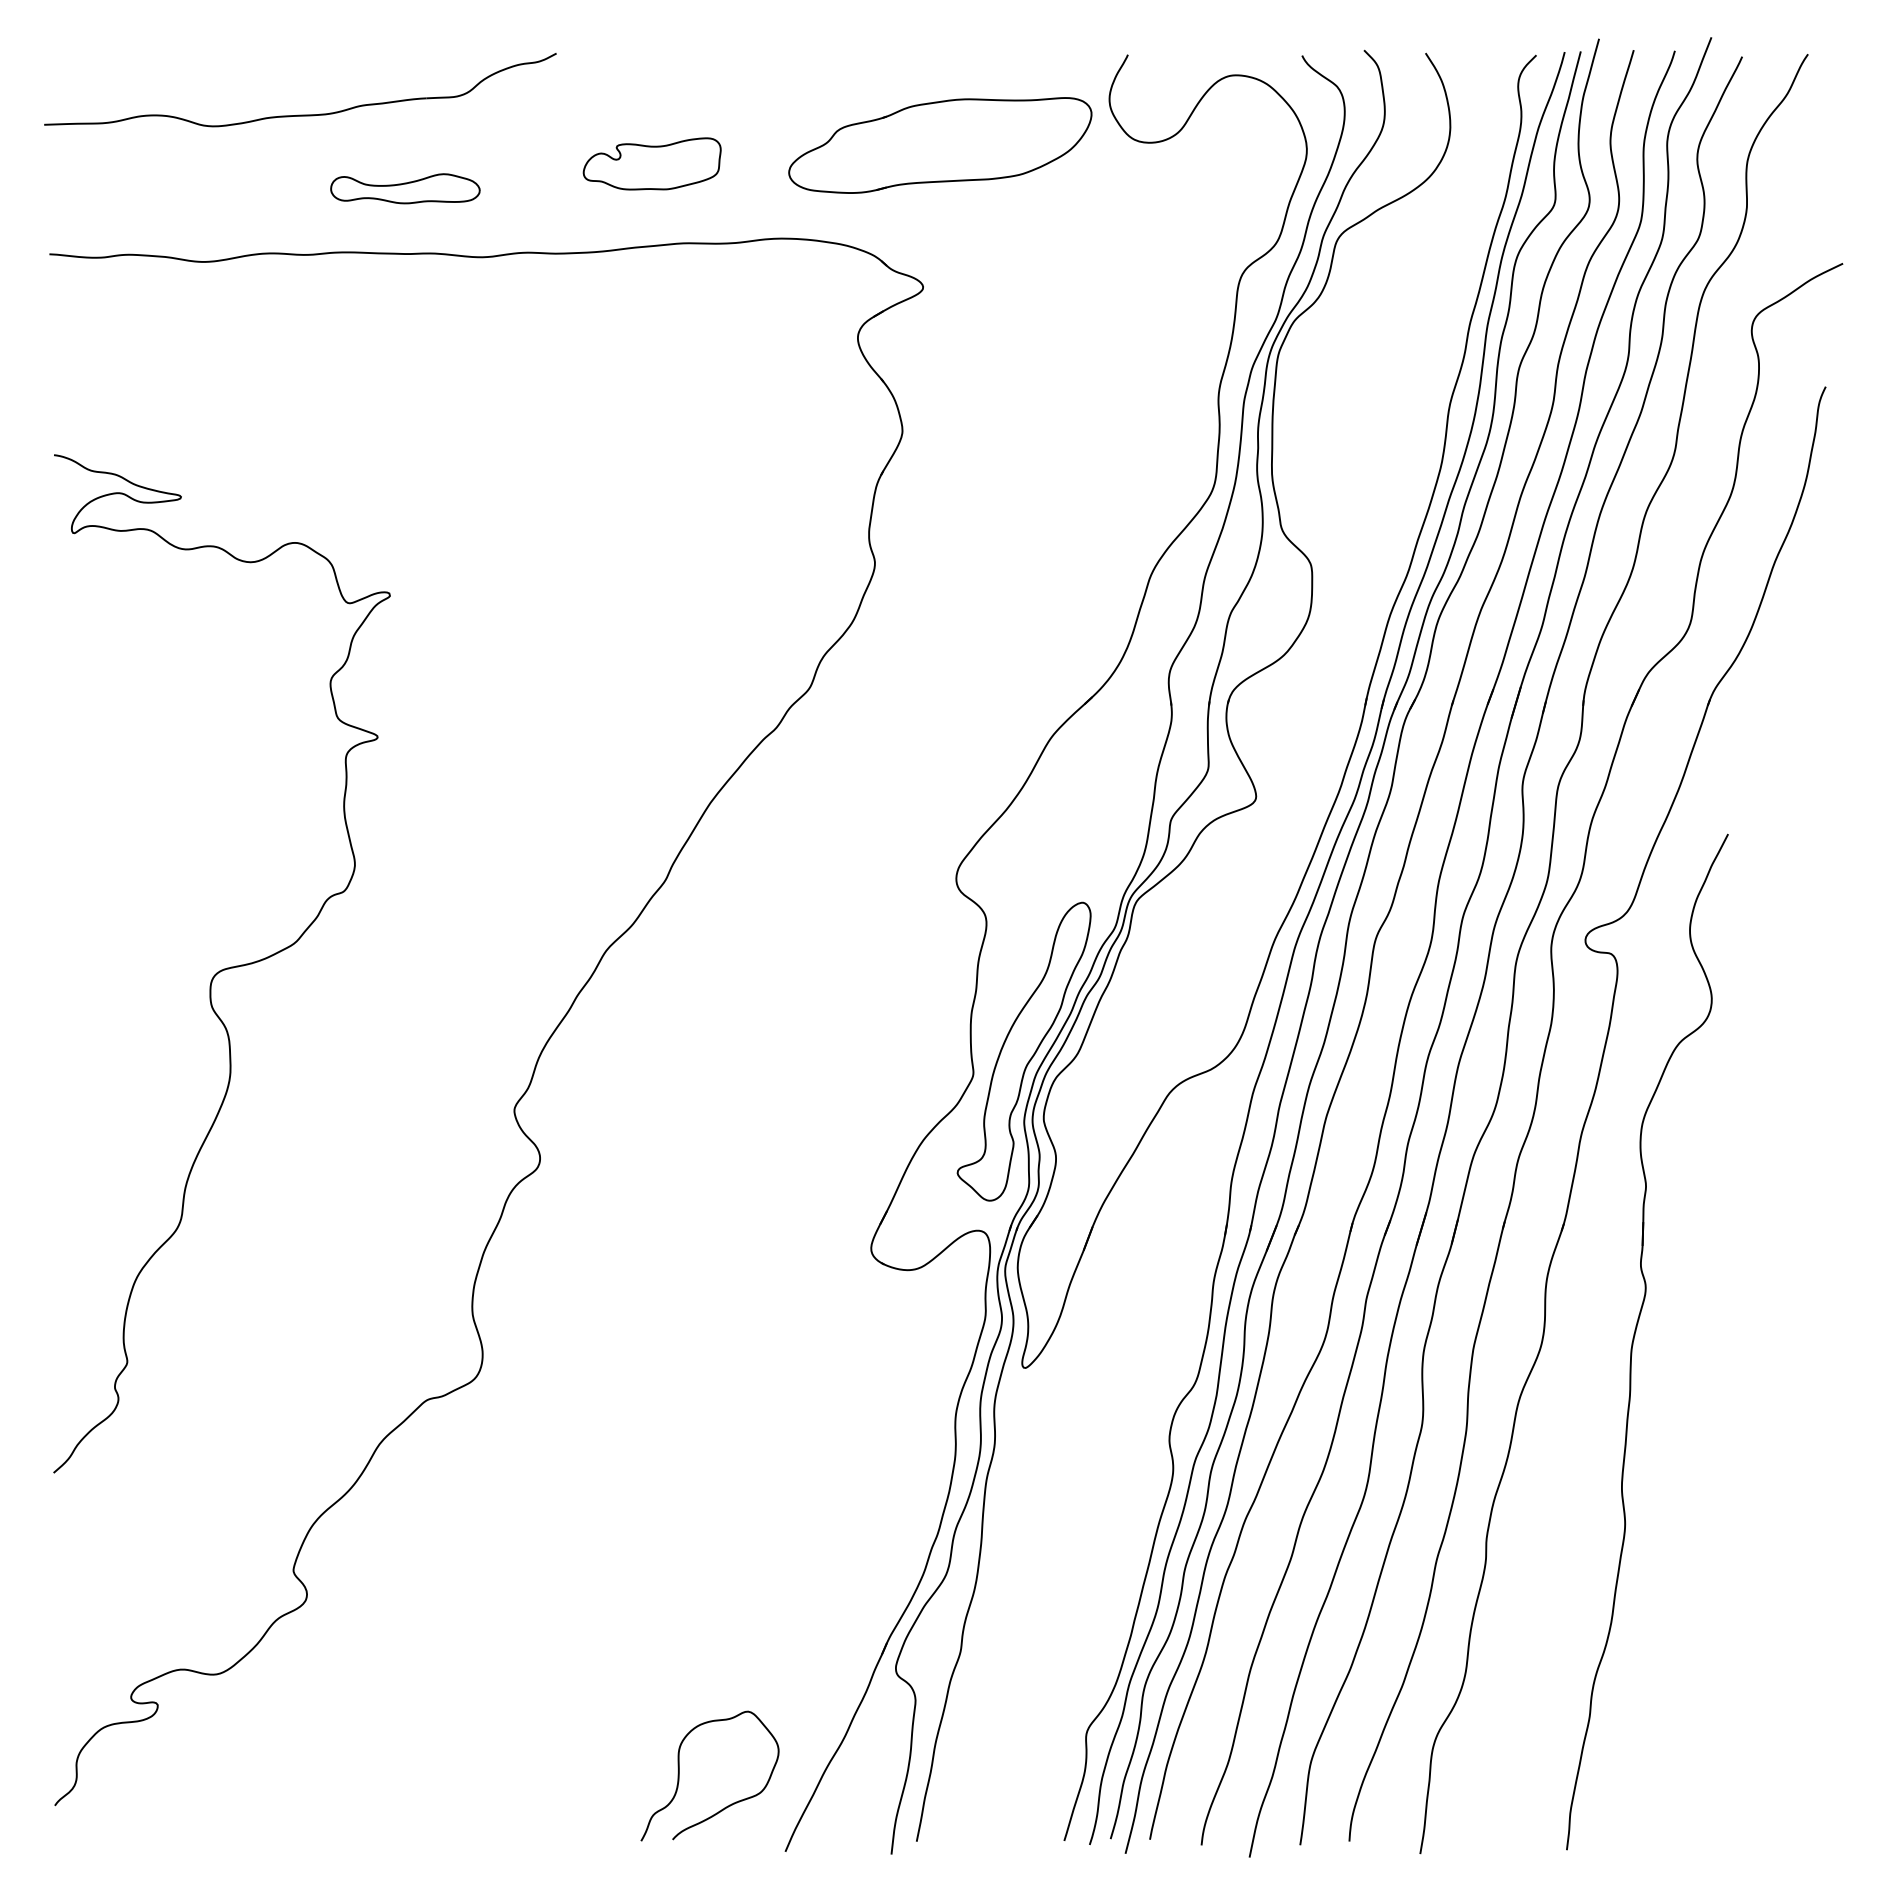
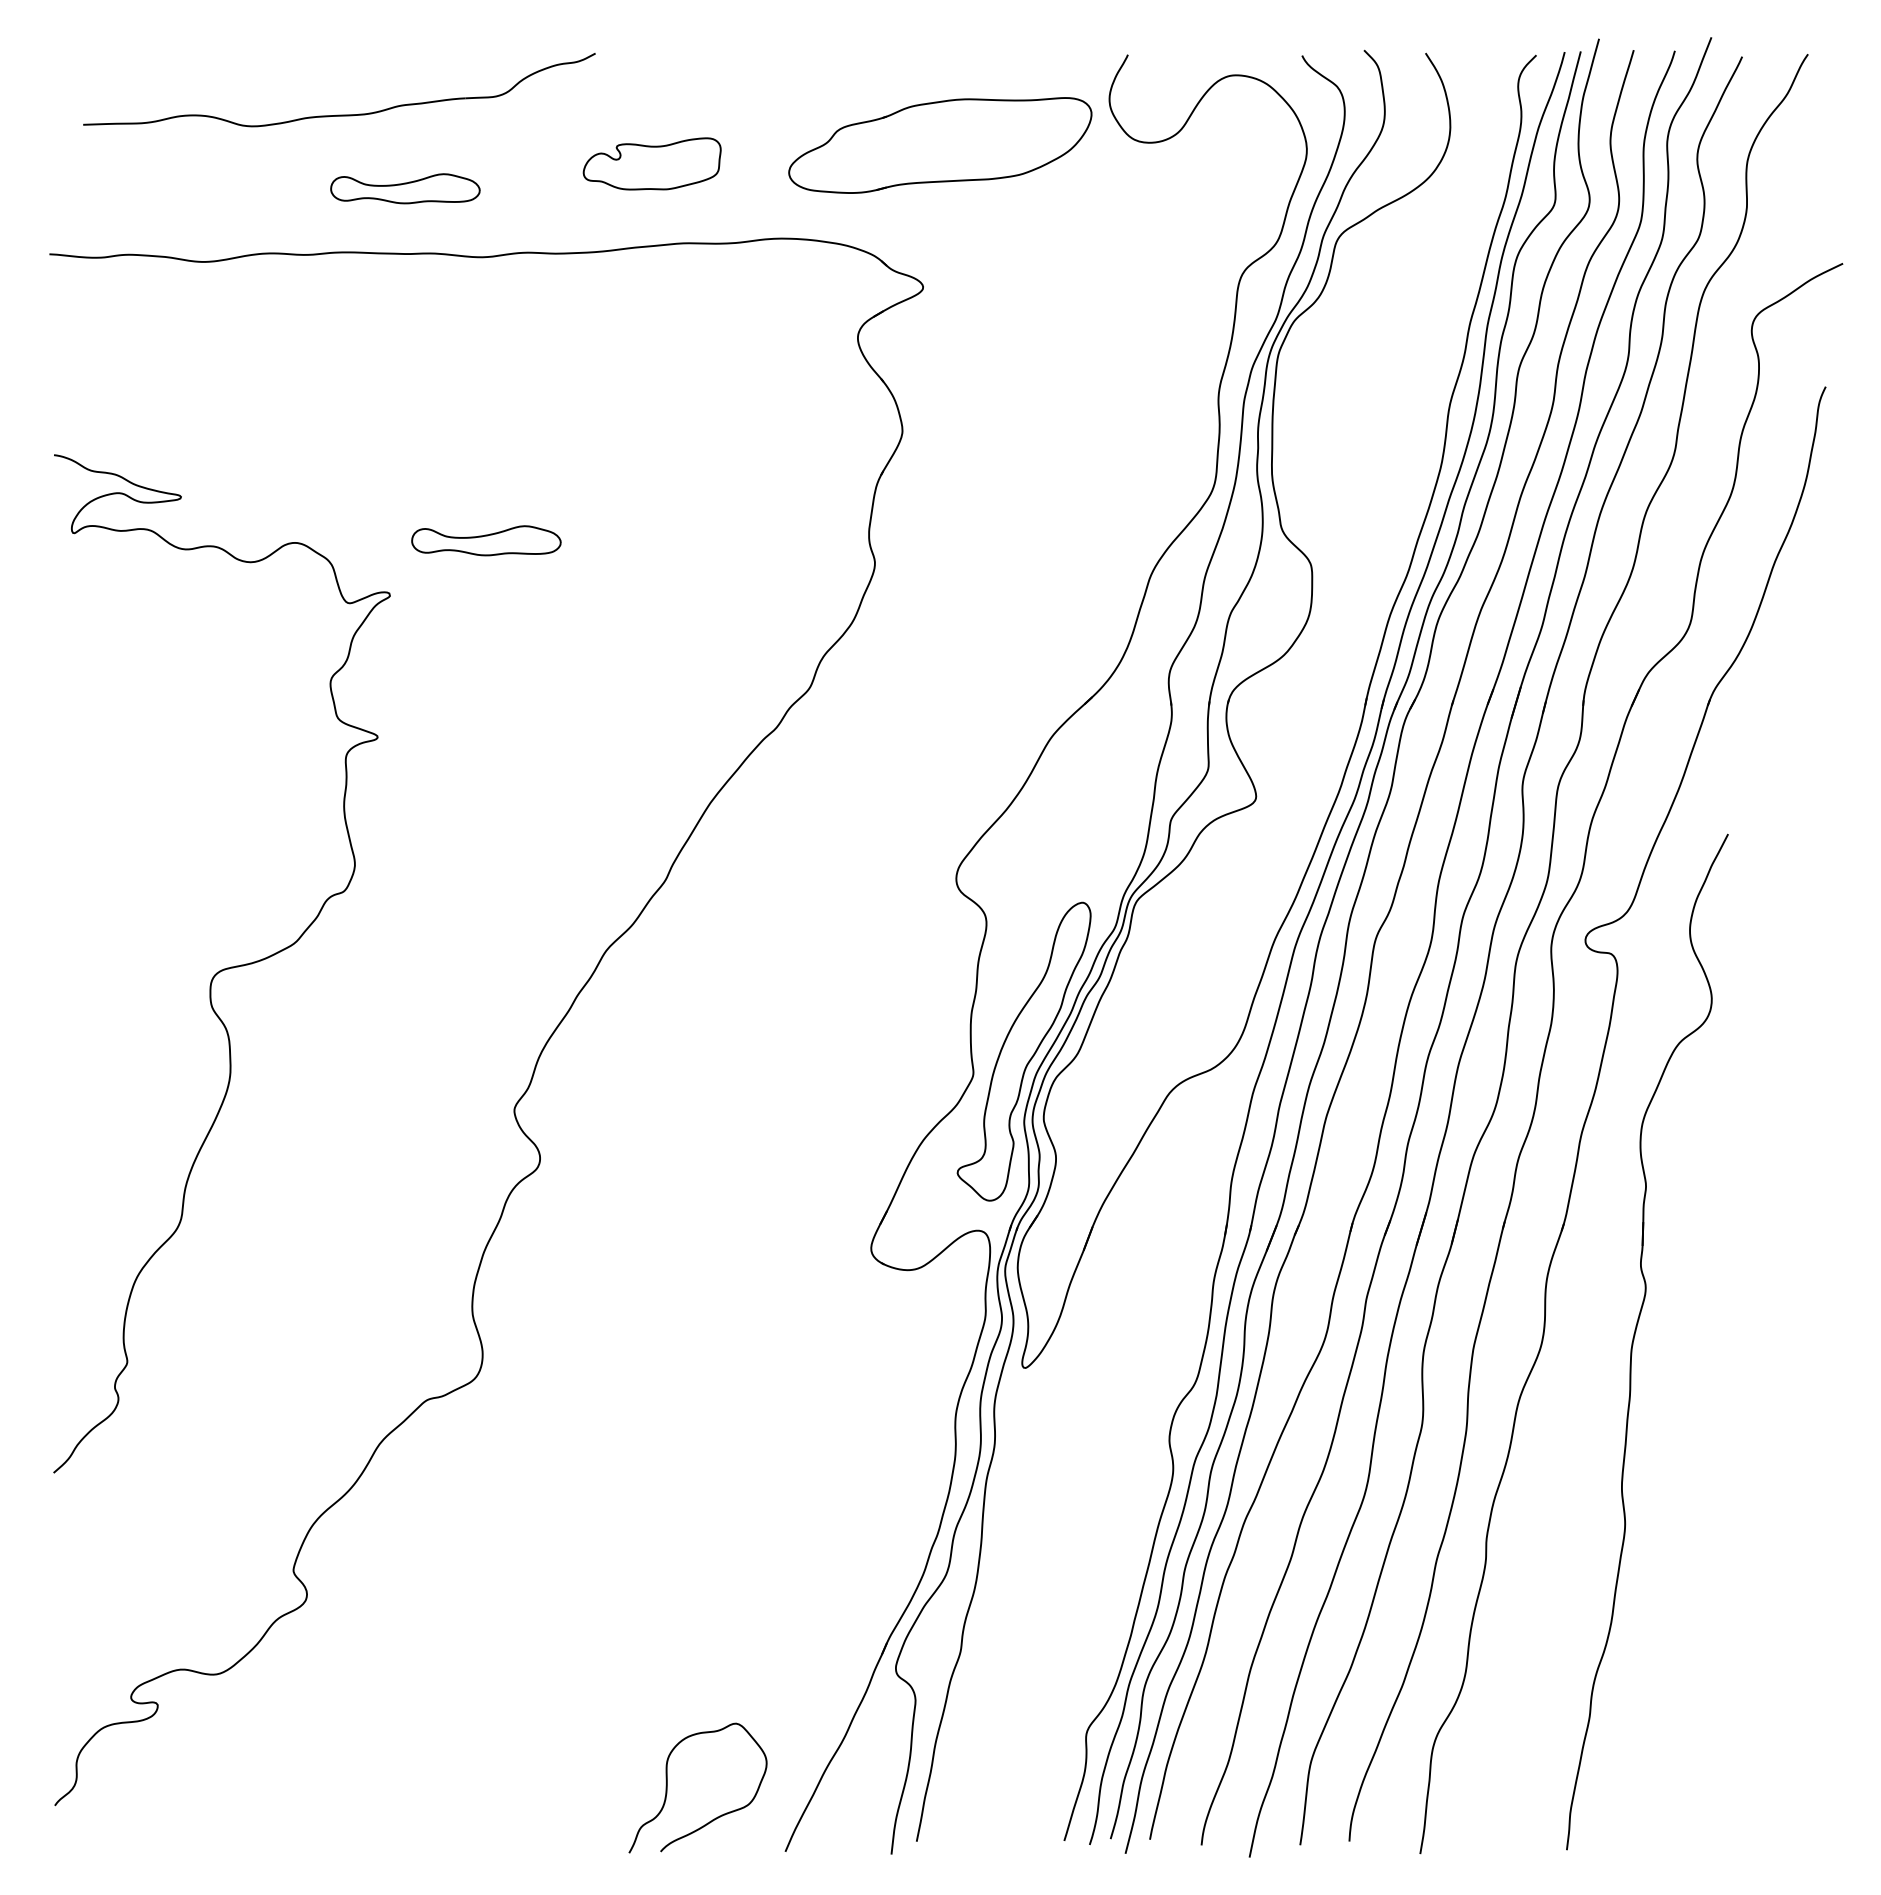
part at (300, 114) position: (300, 114) -> (339, 114)
part at (486, 540): none -> present
curve at (679, 1775) position: (679, 1775) -> (667, 1787)
